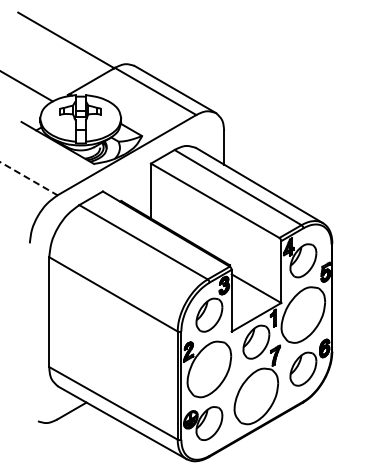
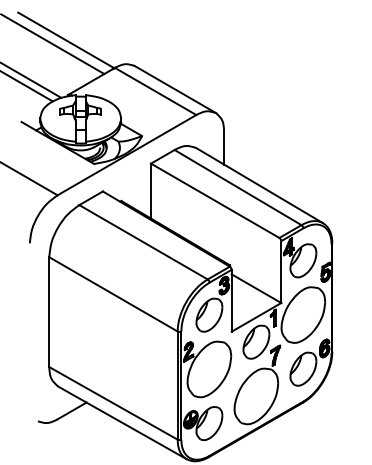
line at (53, 44): none -> present
line at (31, 80): none -> present
line at (29, 178): dashed -> solid
